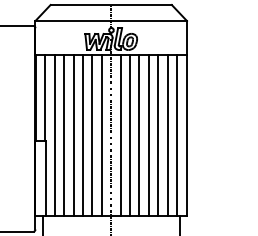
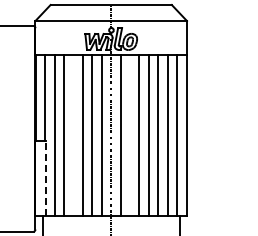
line at (73, 134): present -> none
line at (130, 134): present -> none
line at (45, 177): solid -> dashed
